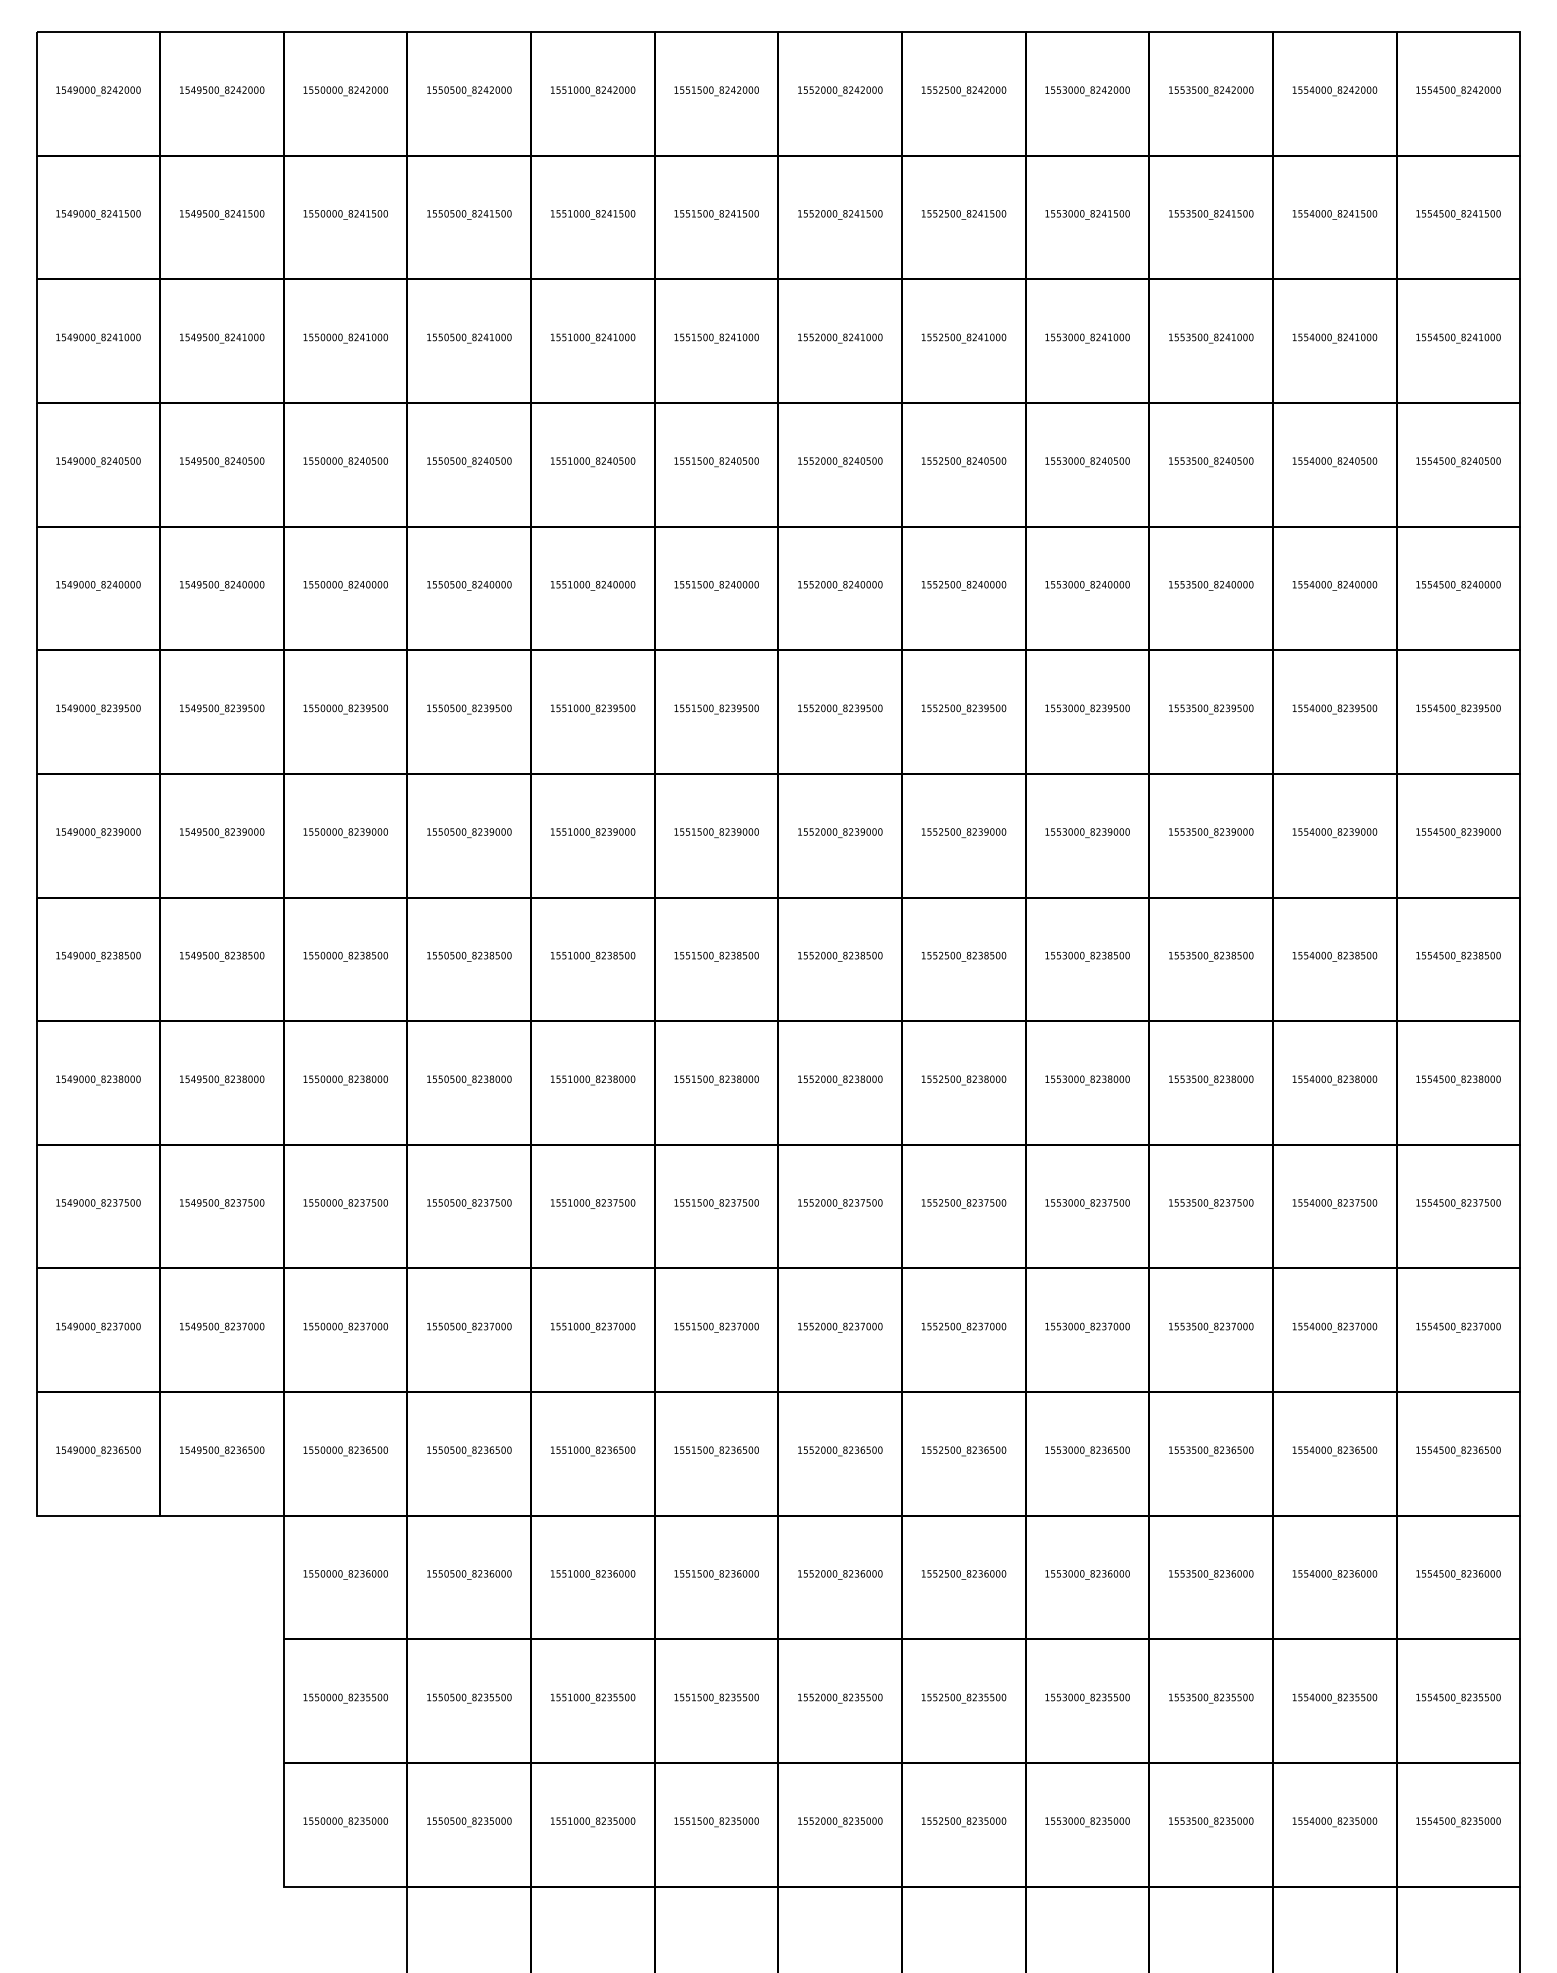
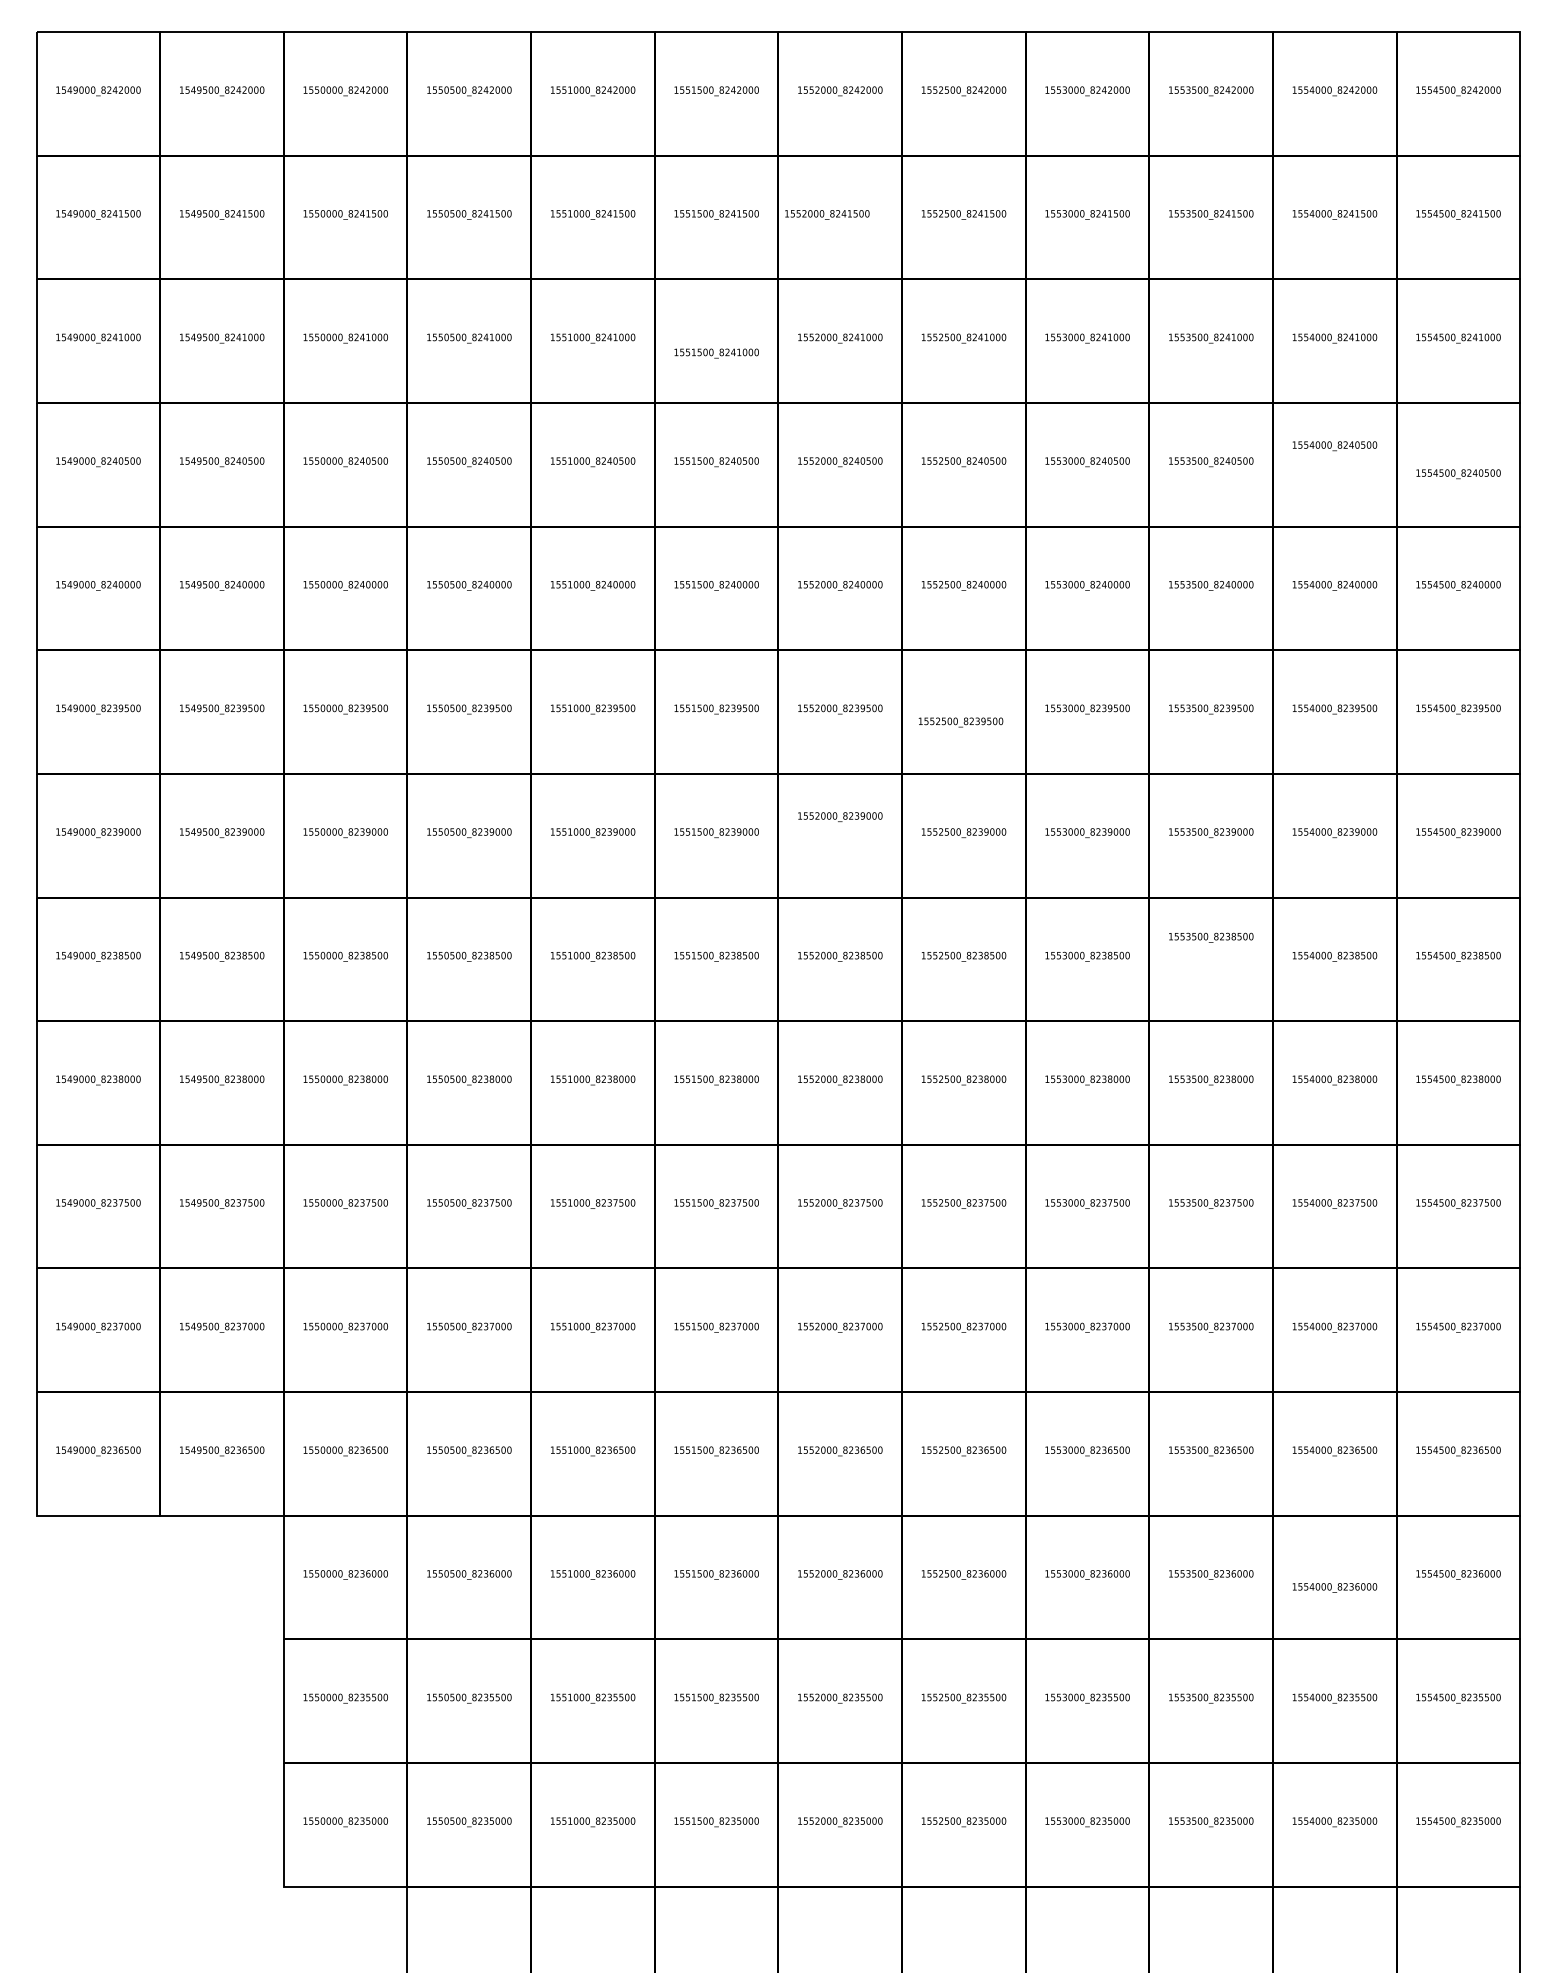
text at (840, 214) position: (840, 214) -> (827, 214)
text at (716, 338) position: (716, 338) -> (716, 353)
text at (1334, 462) position: (1334, 462) -> (1334, 446)
text at (1458, 462) position: (1458, 462) -> (1458, 474)
text at (963, 709) position: (963, 709) -> (960, 722)
text at (840, 832) position: (840, 832) -> (840, 816)
text at (1211, 956) position: (1211, 956) -> (1211, 937)
text at (1334, 1574) position: (1334, 1574) -> (1334, 1587)
